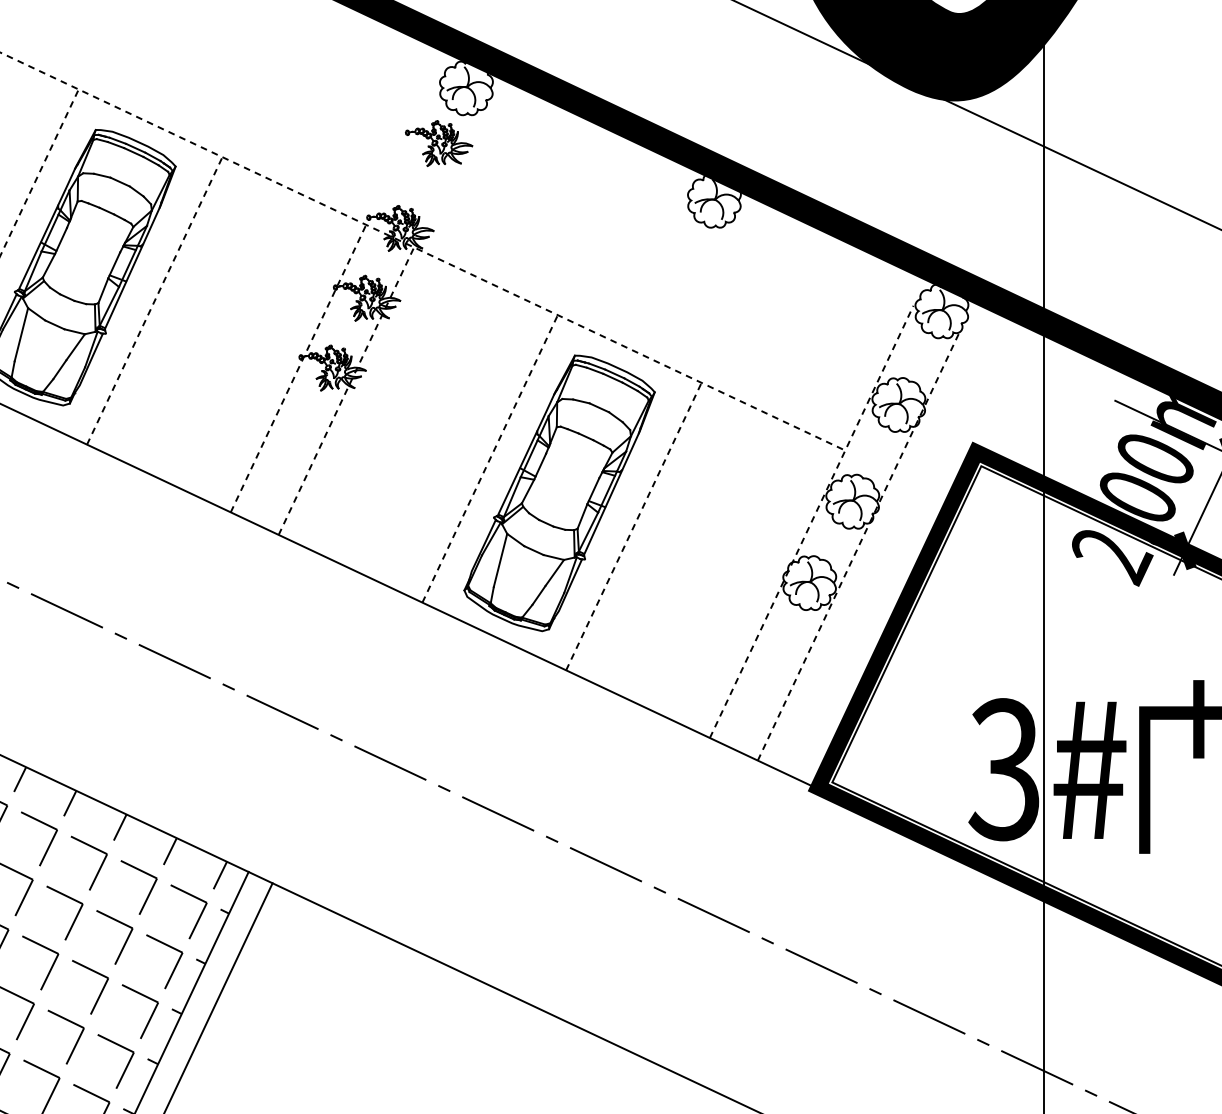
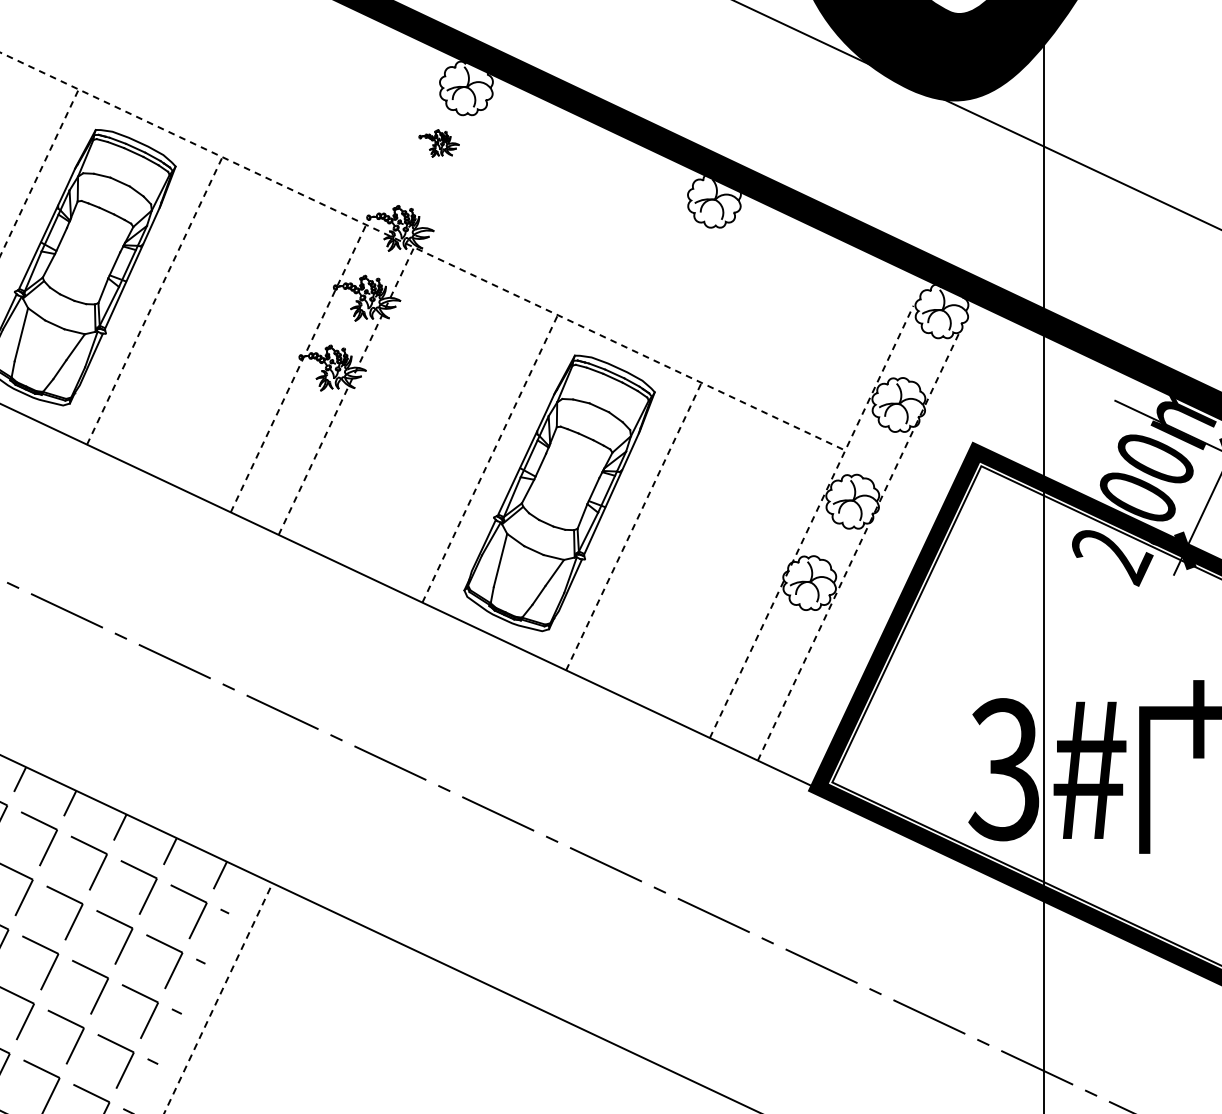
part at (439, 143) size: 69x47 px -> 42x29 px
line at (192, 990): present -> none
line at (218, 998): solid -> dashed
